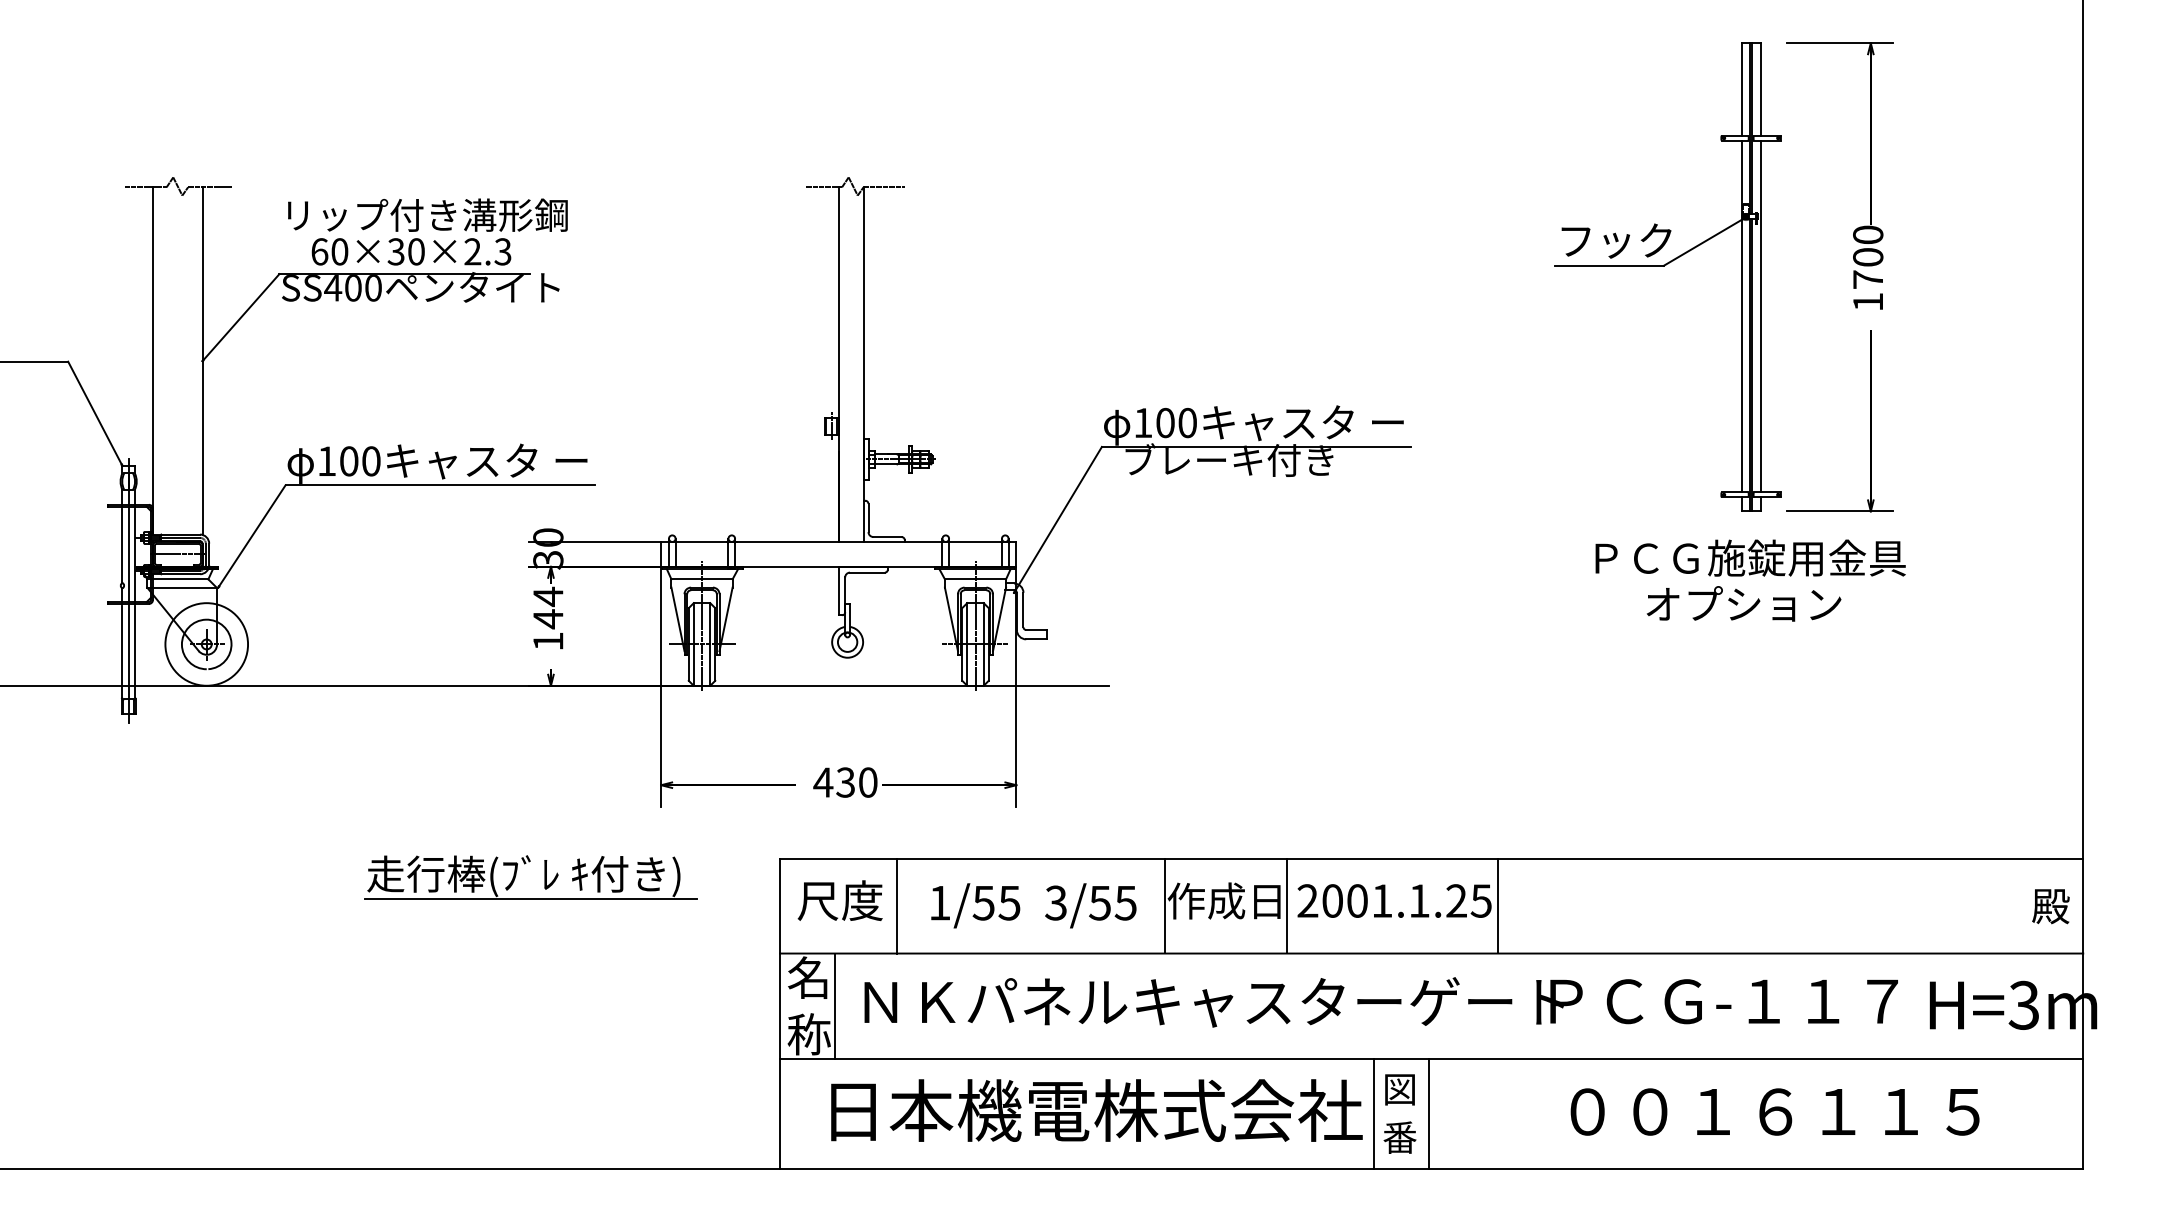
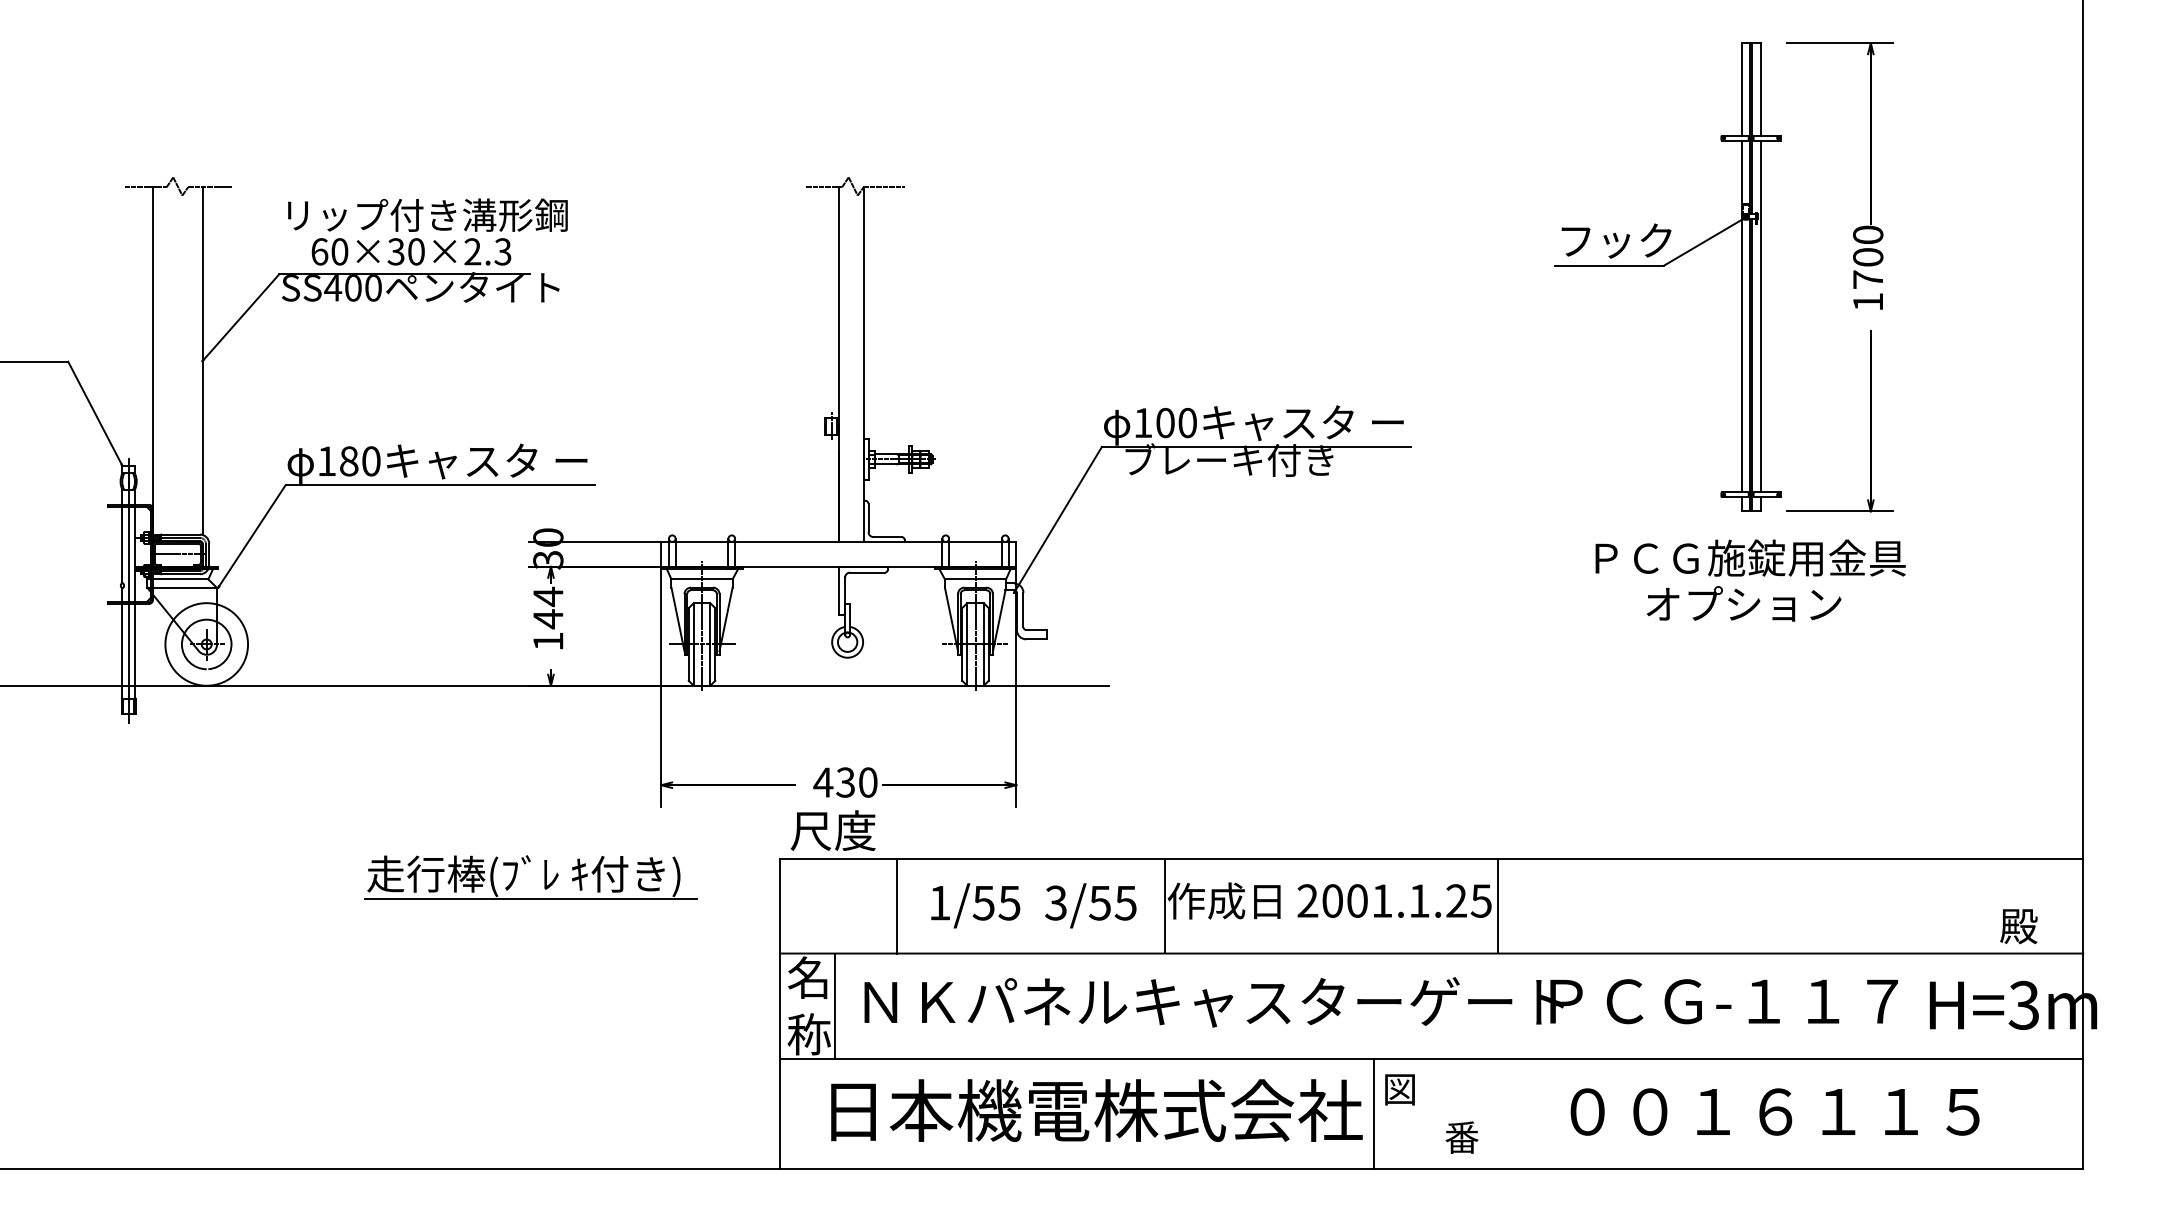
text at (349, 461): 100 -> 180
text at (839, 900) position: (839, 900) -> (832, 830)
line at (1287, 906): present -> none
text at (2050, 906) position: (2050, 906) -> (2018, 926)
line at (1429, 1113): present -> none
text at (1399, 1137) position: (1399, 1137) -> (1461, 1137)
